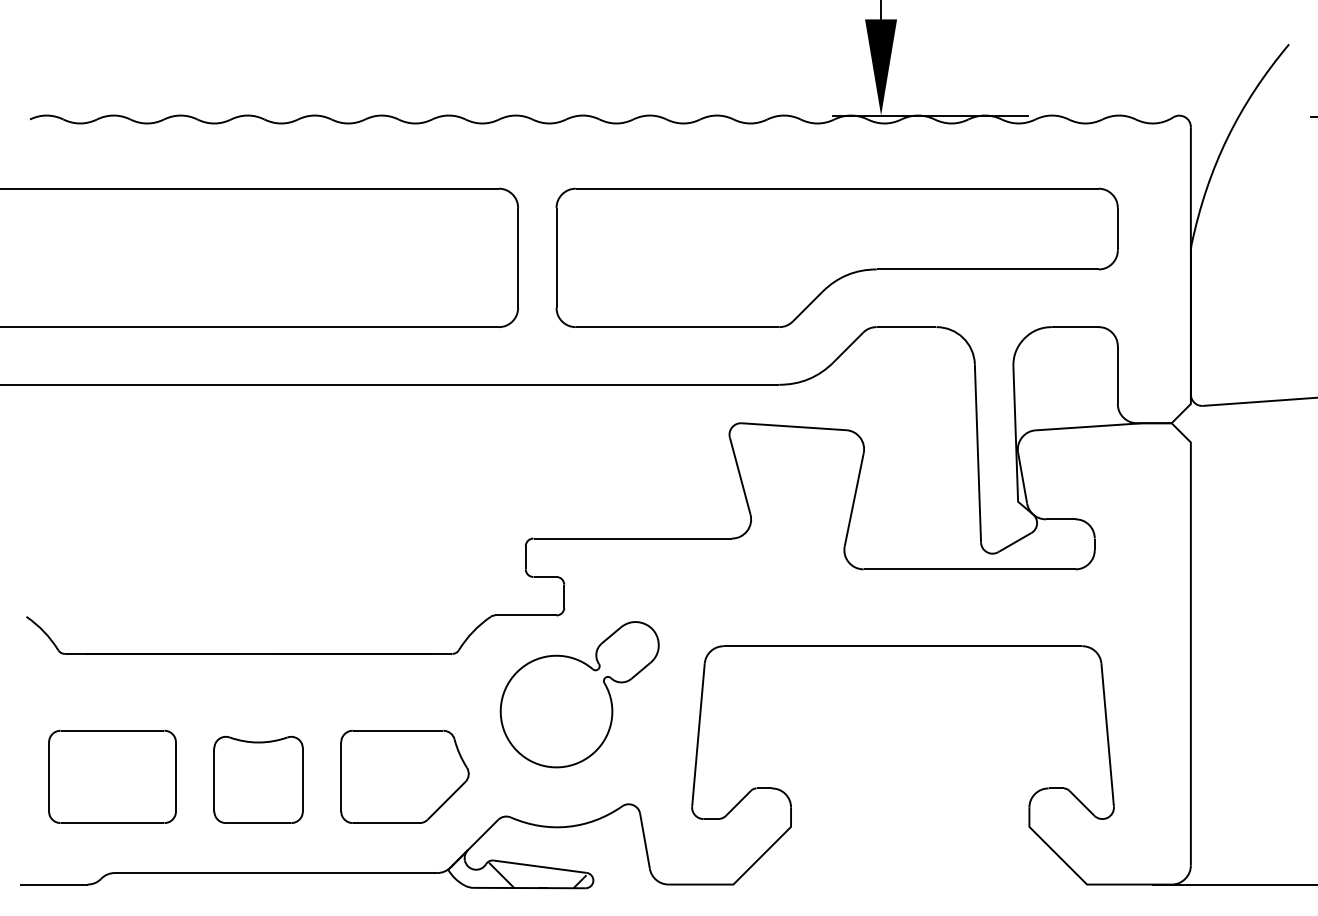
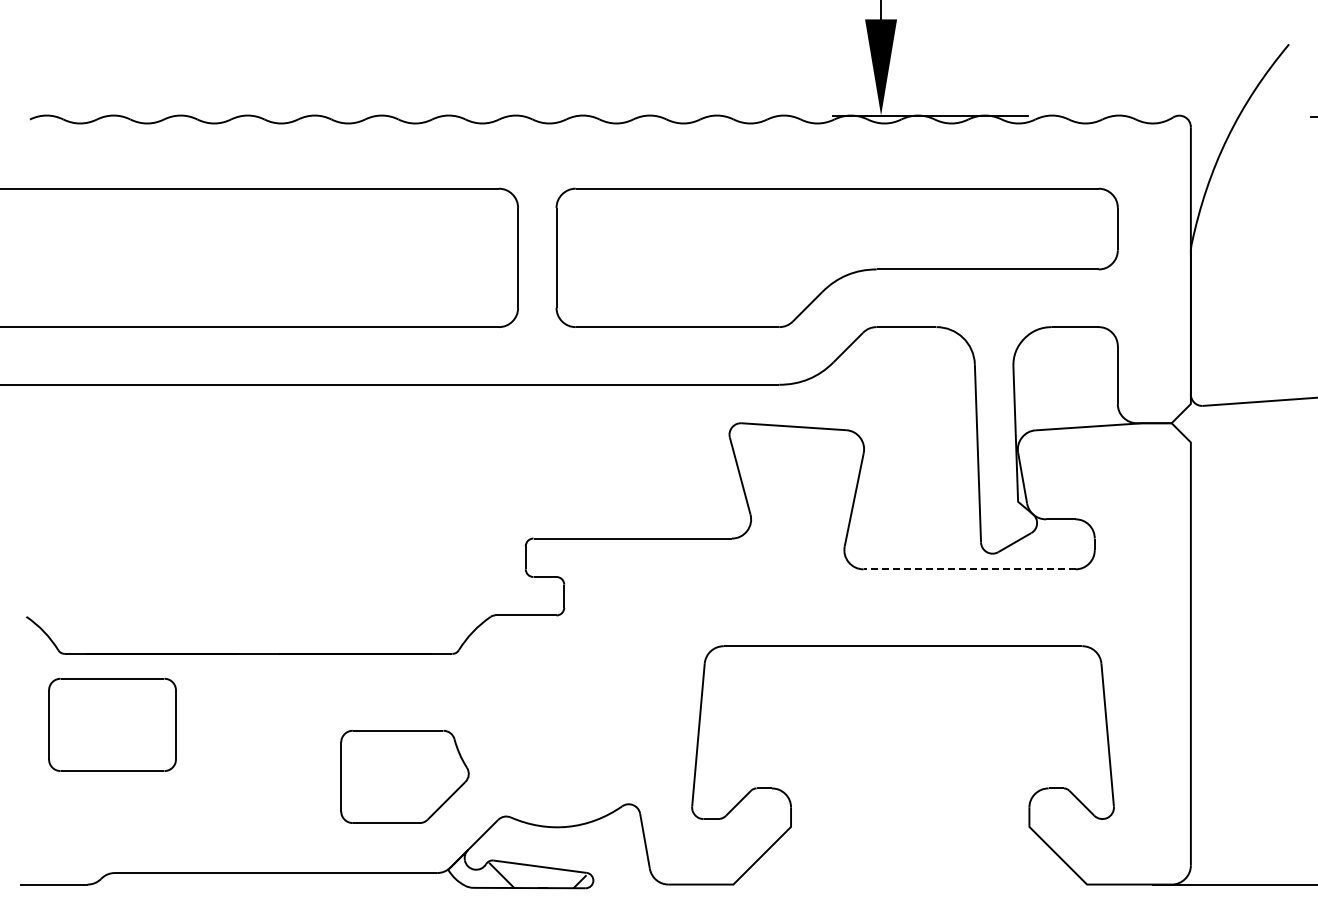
line at (969, 569): solid -> dashed
part at (579, 694): present -> none
part at (112, 776) position: (112, 776) -> (112, 724)
part at (258, 779): present -> none
